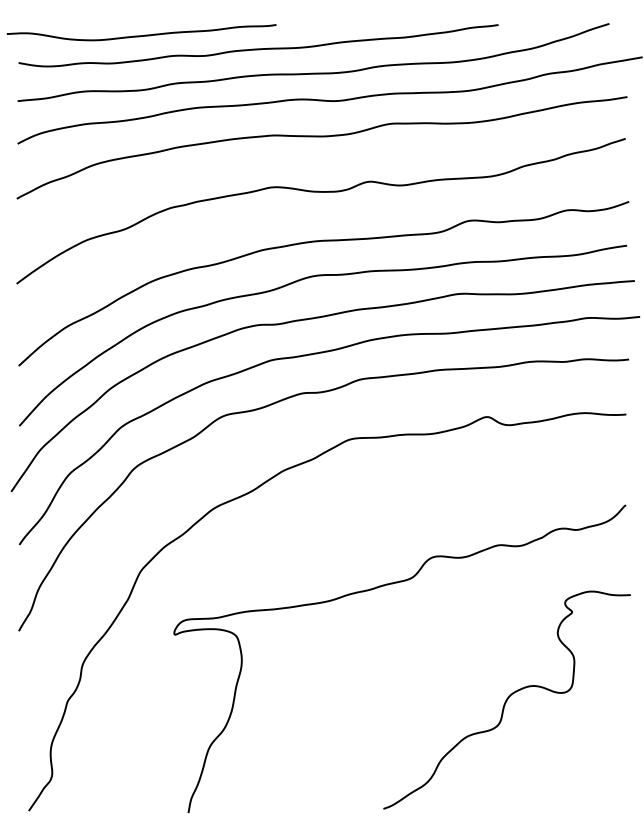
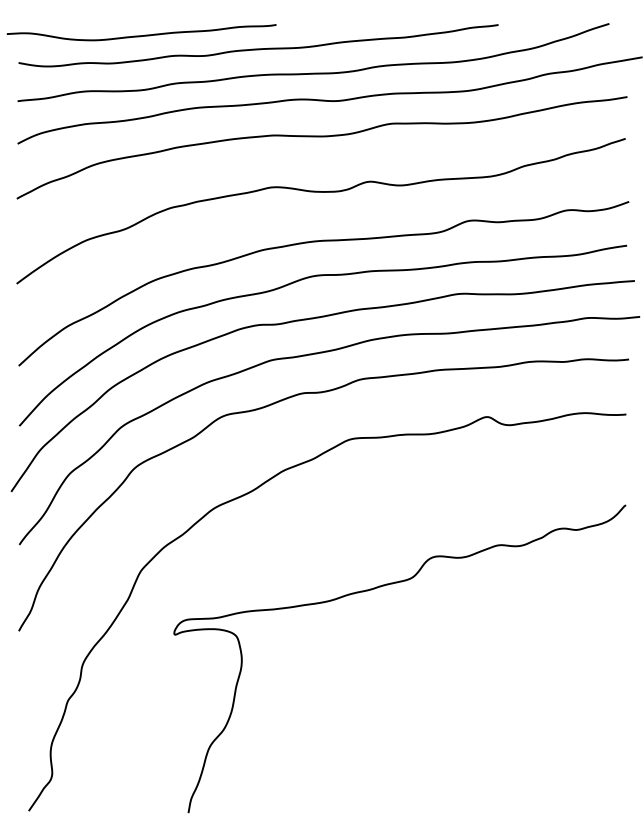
curve at (506, 699): present -> none
